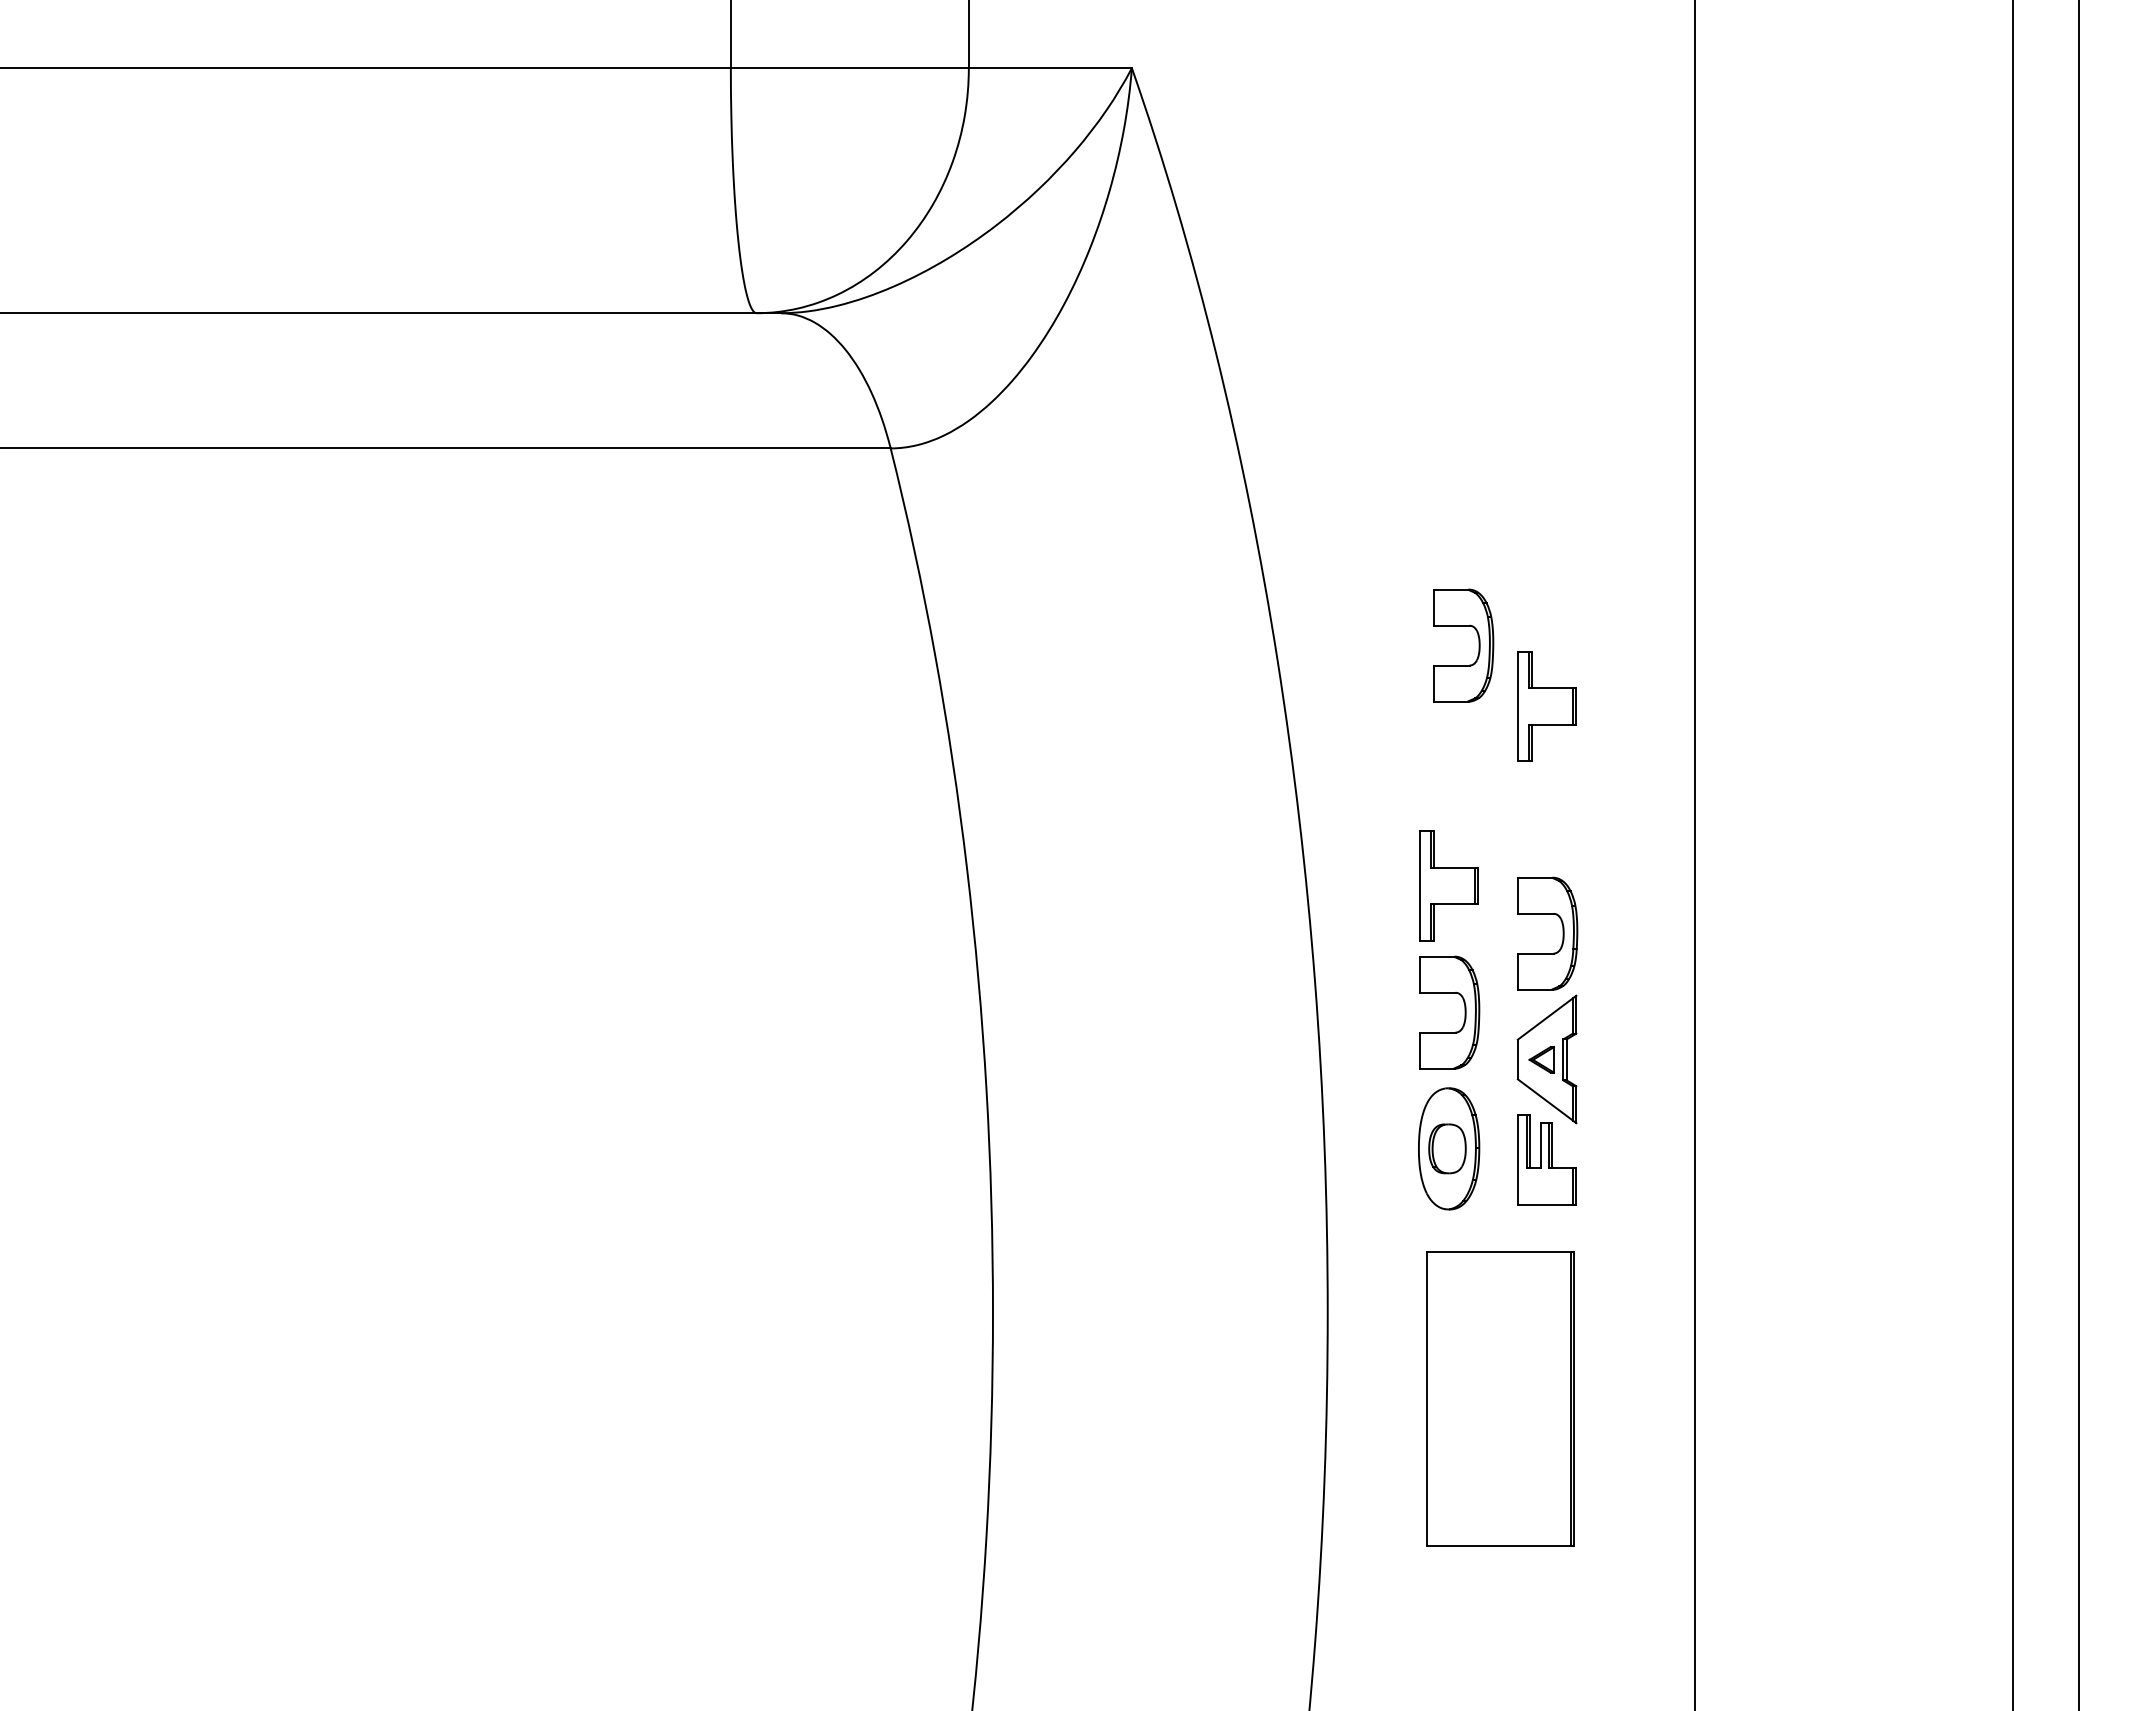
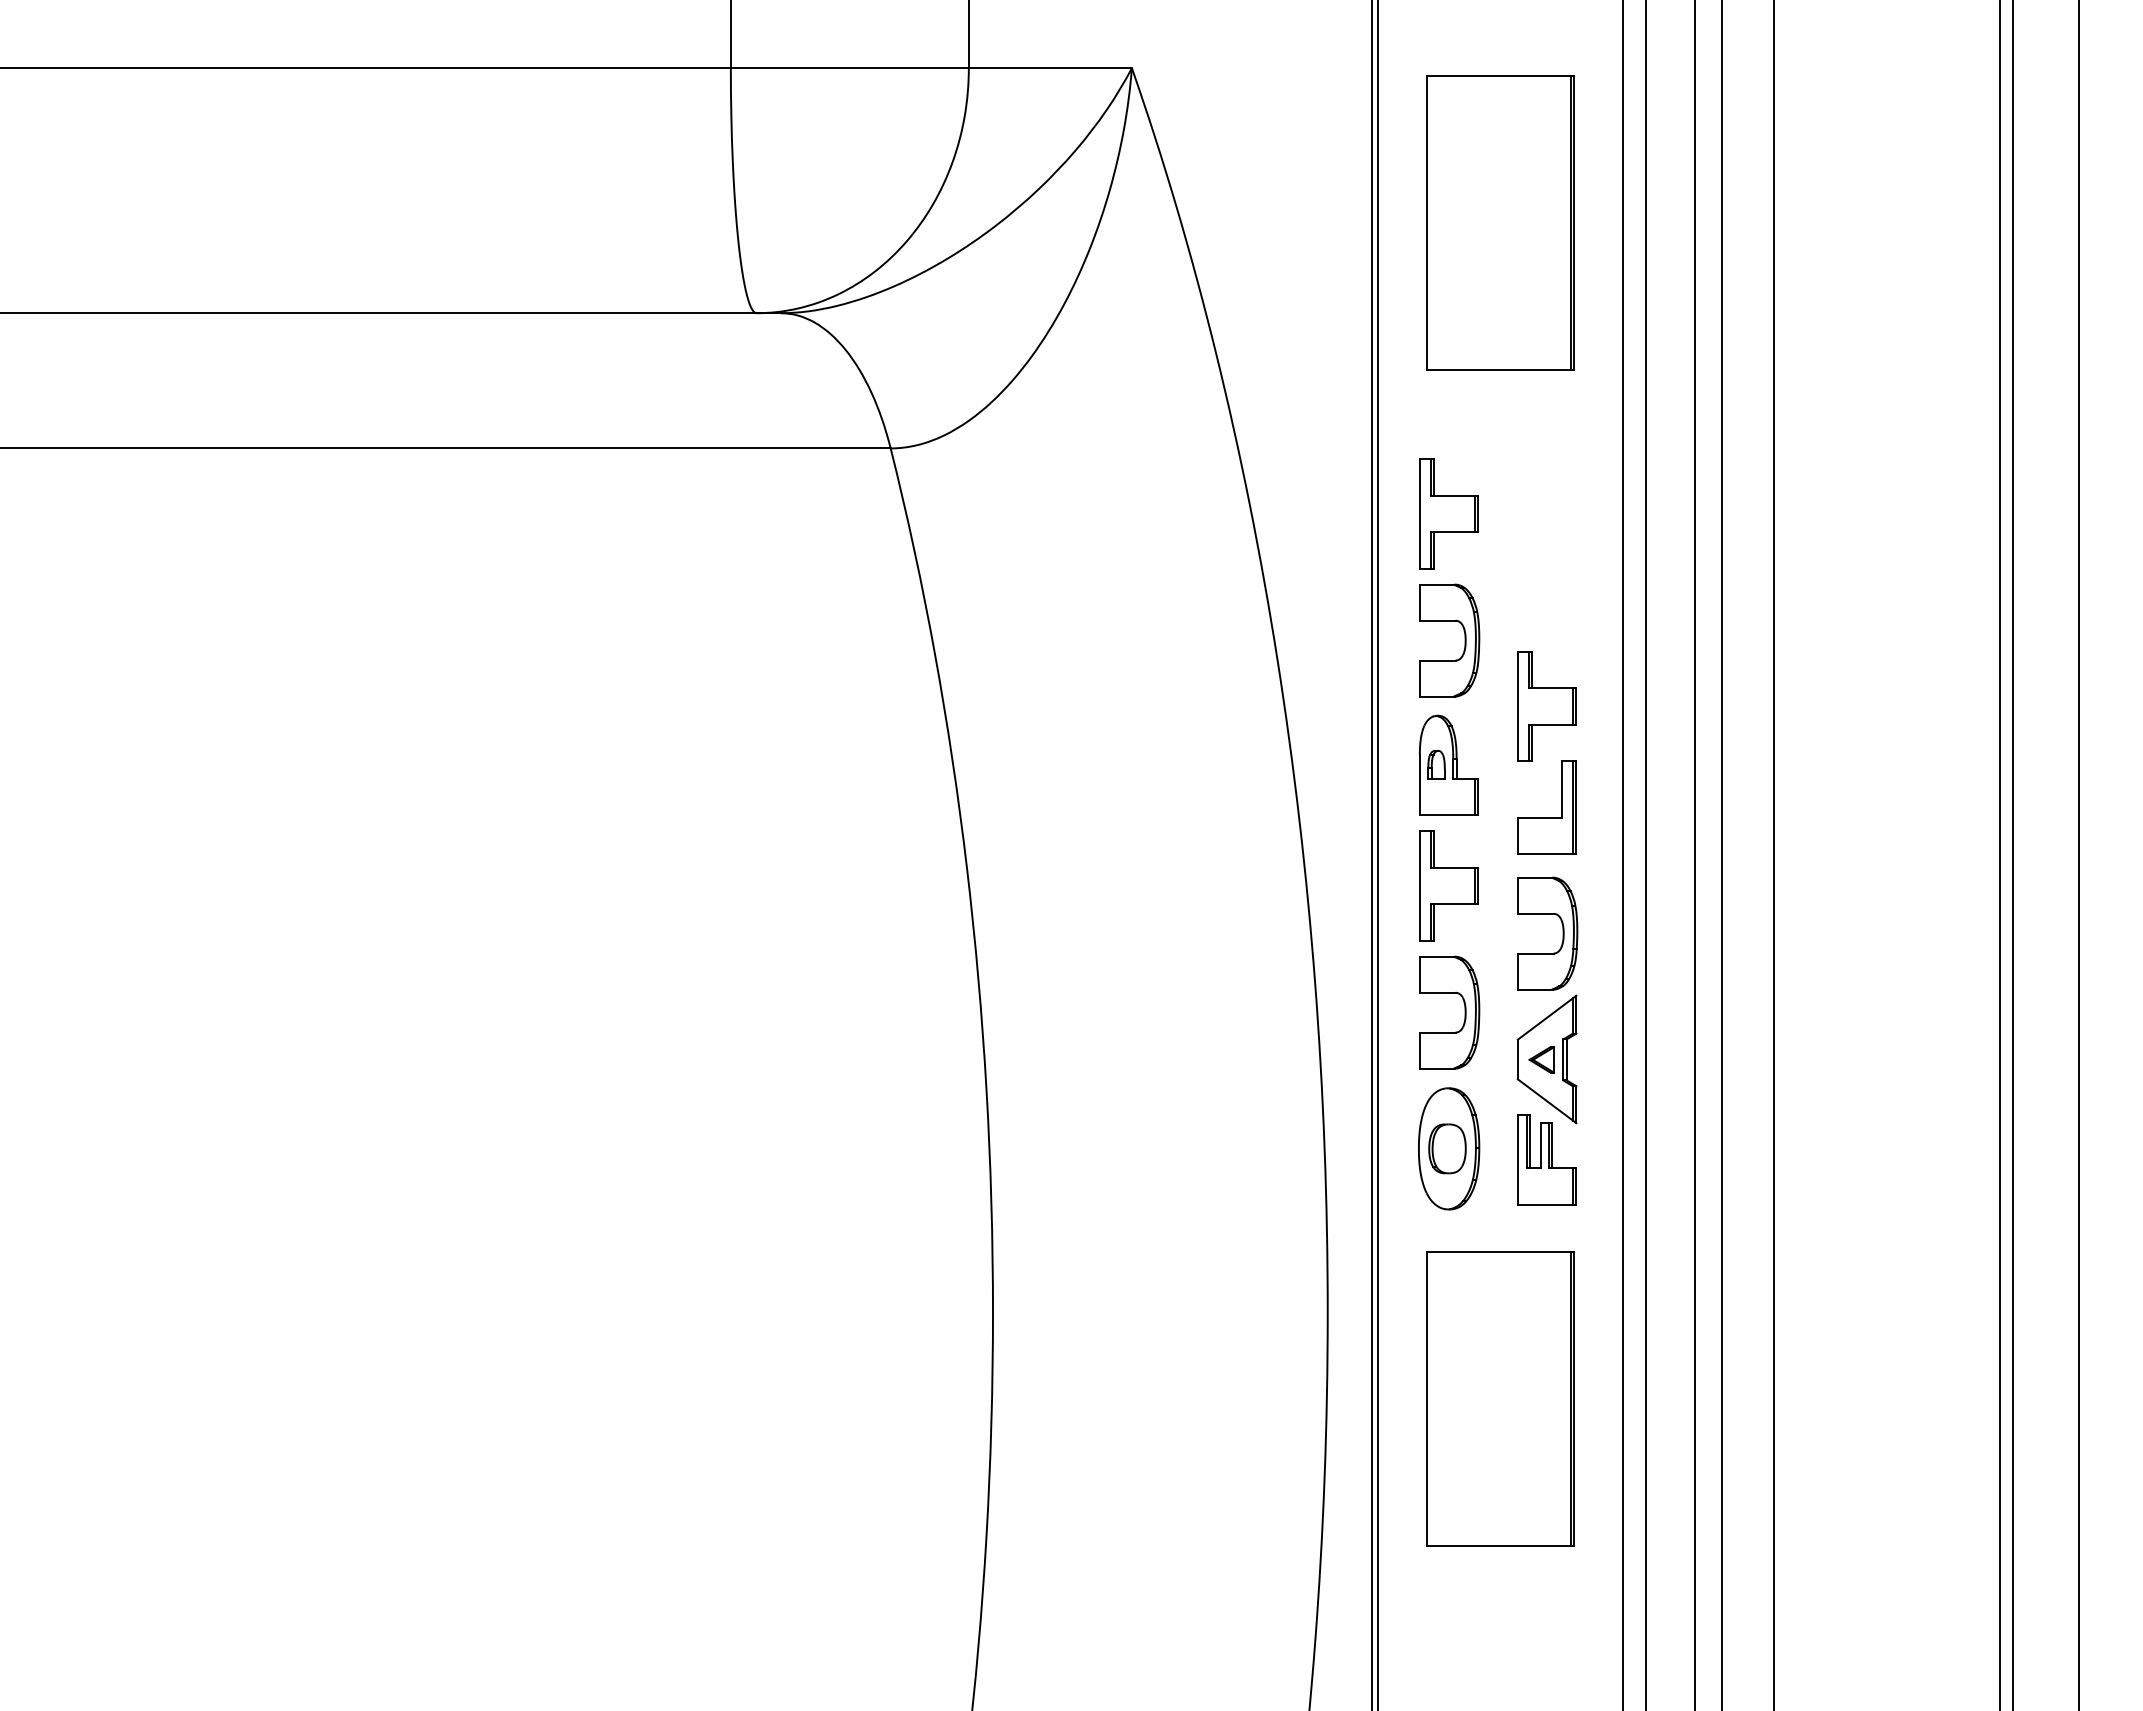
part at (1500, 222): none -> present
part at (1448, 513): none -> present
part at (1478, 645) position: (1478, 645) -> (1464, 640)
part at (1448, 764): none -> present
part at (1546, 817): none -> present
line at (1371, 854): none -> present
line at (1378, 854): none -> present
line at (1623, 854): none -> present
line at (1646, 854): none -> present
line at (1721, 854): none -> present
line at (1773, 854): none -> present
line at (1999, 854): none -> present
